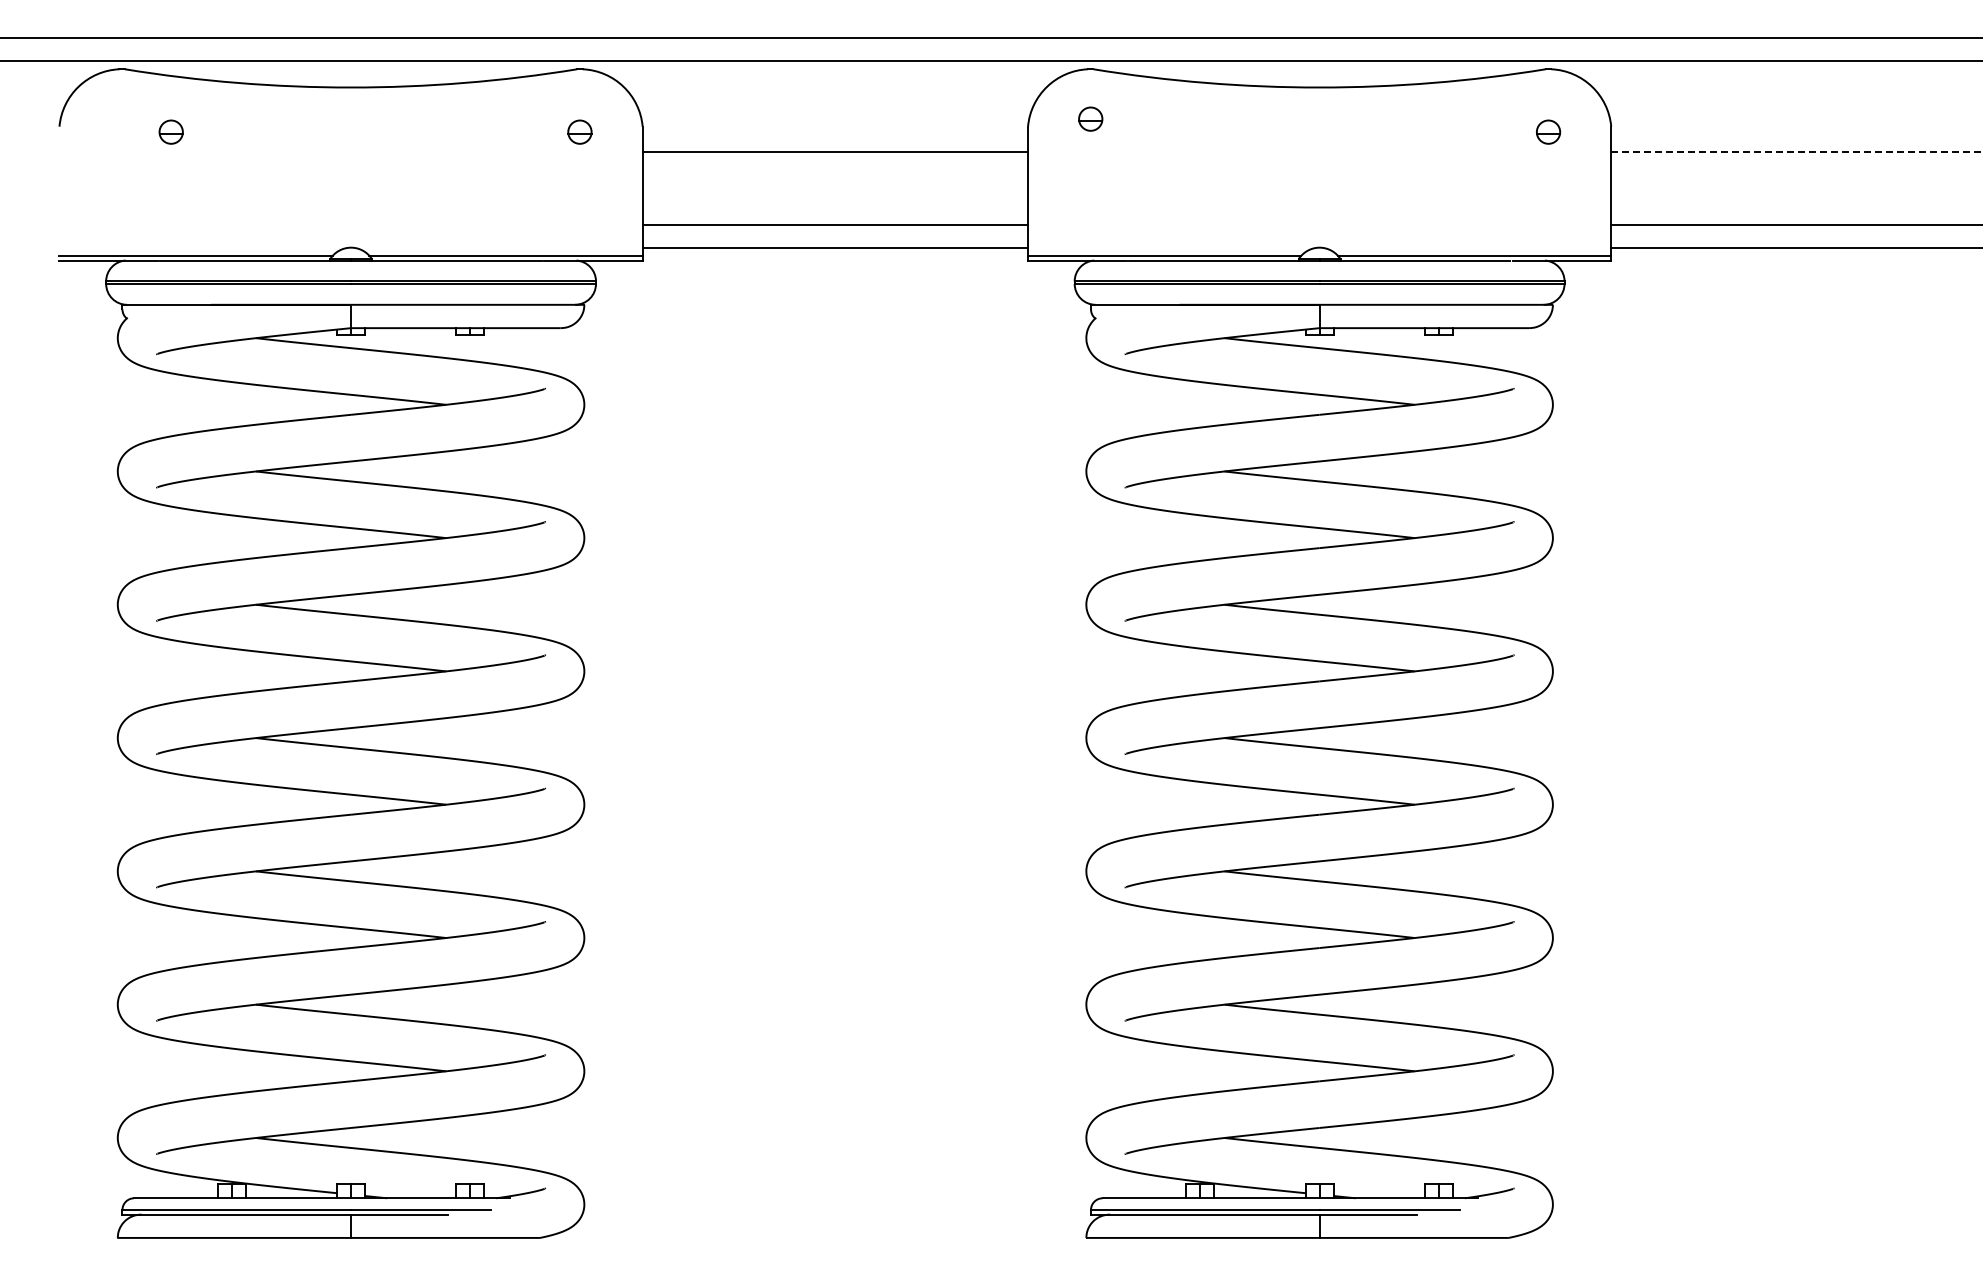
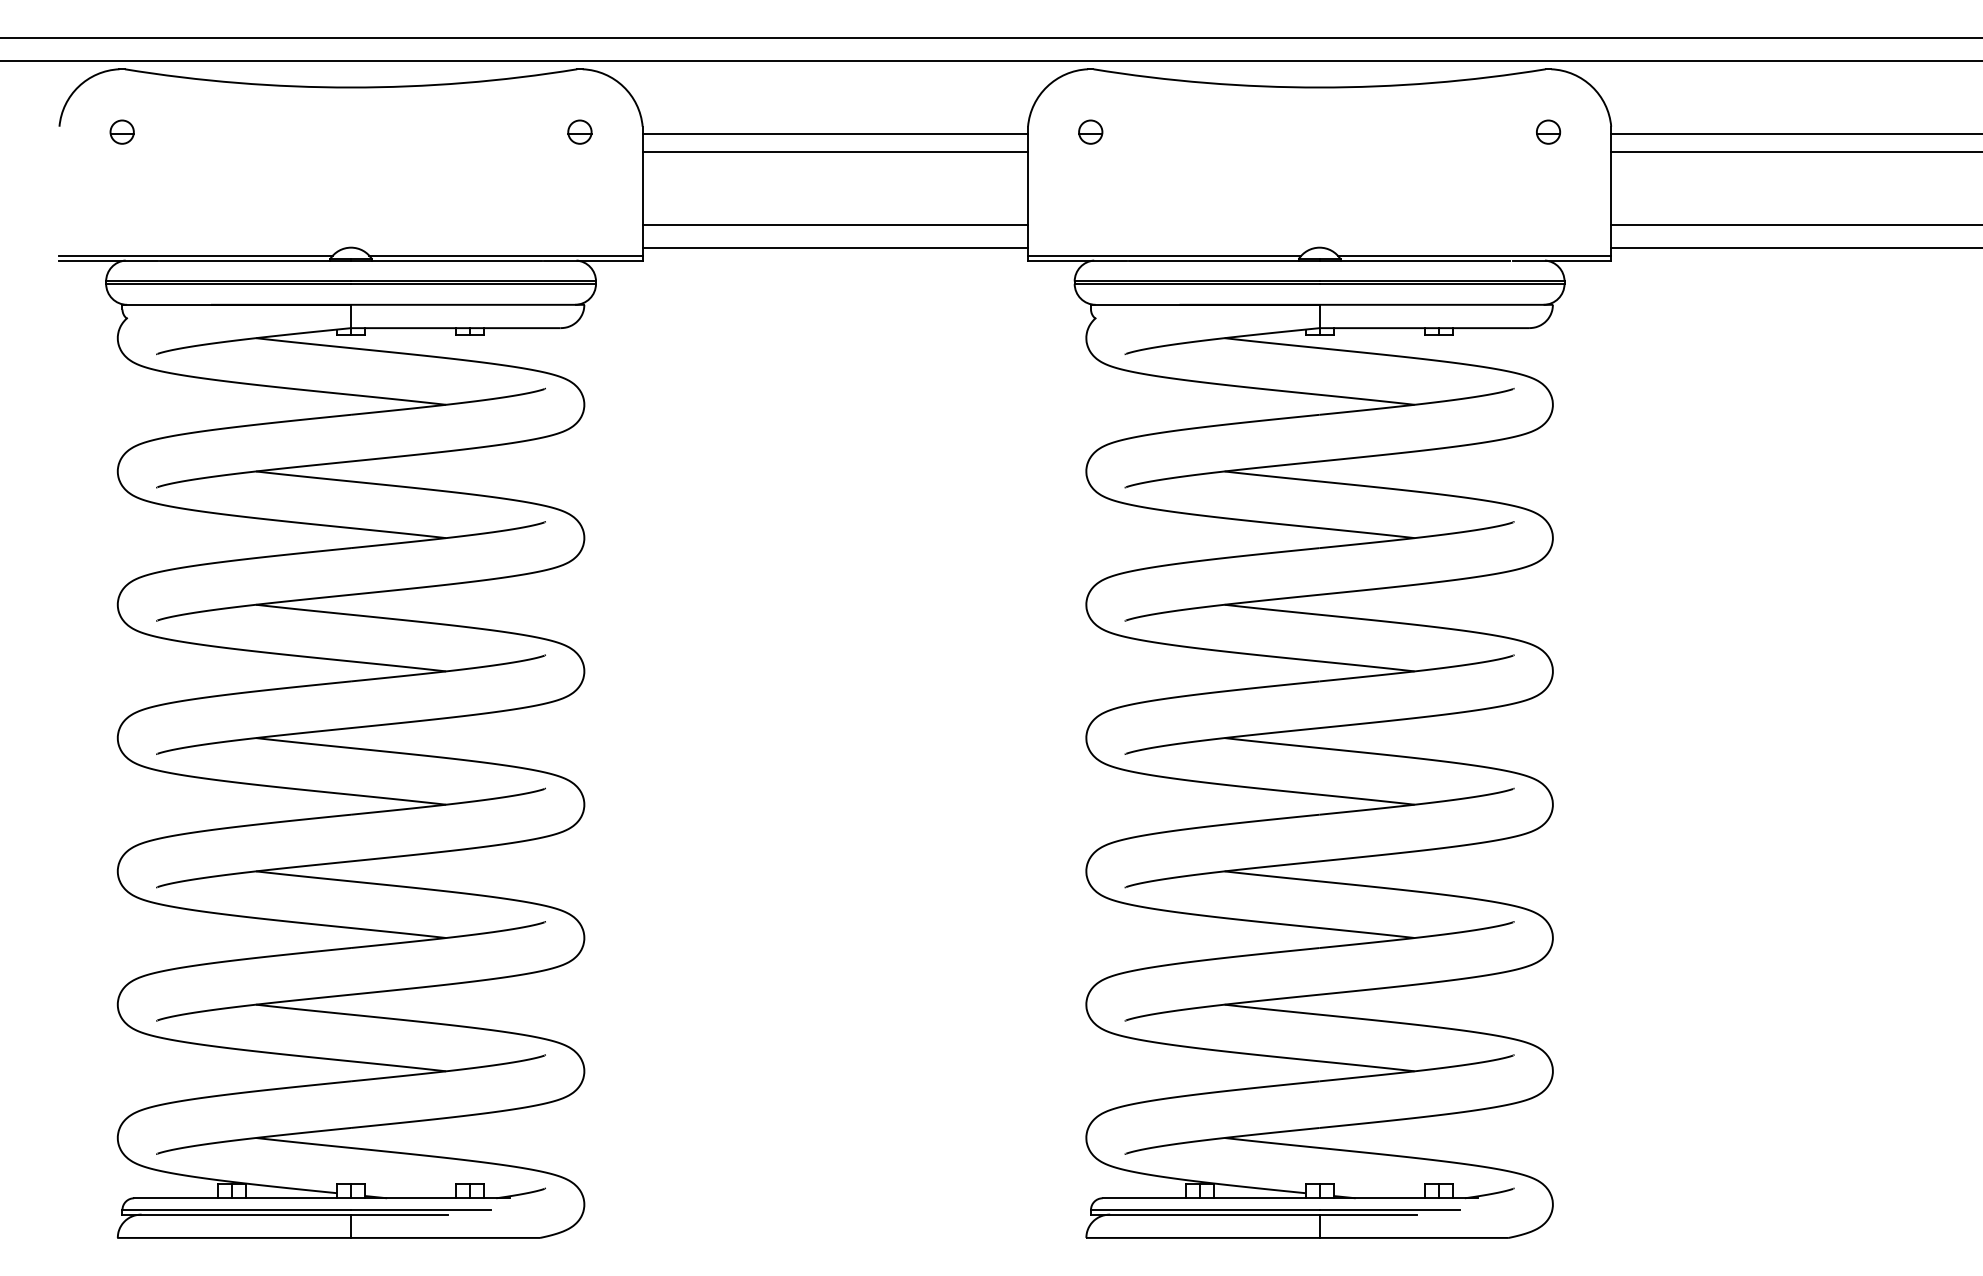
part at (1090, 118) position: (1090, 118) -> (1090, 131)
part at (170, 131) position: (170, 131) -> (121, 131)
line at (835, 133): none -> present
line at (1795, 133): none -> present
line at (1797, 152): dashed -> solid
